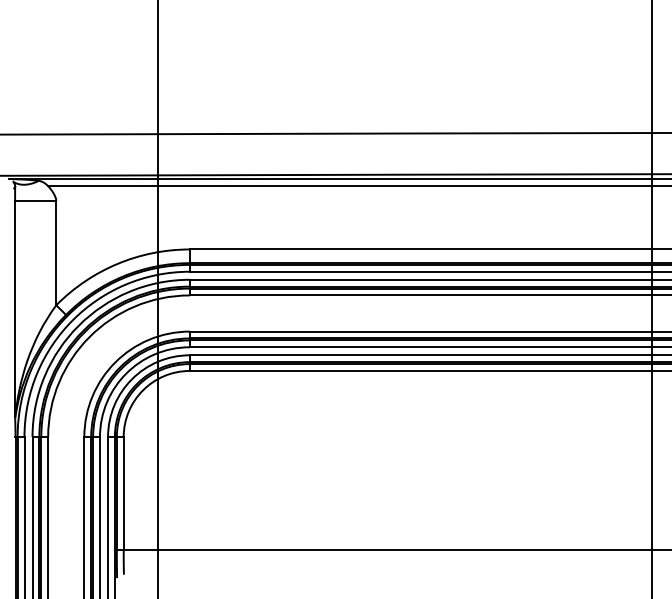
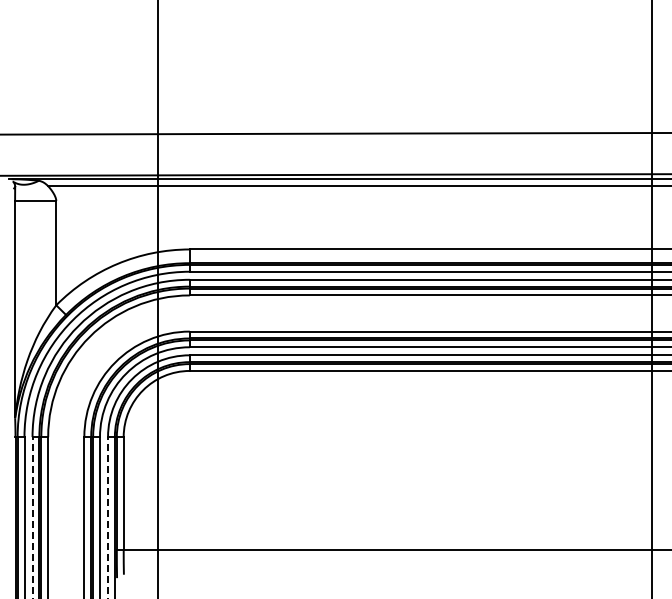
line at (32, 517): solid -> dashed
line at (108, 517): solid -> dashed
